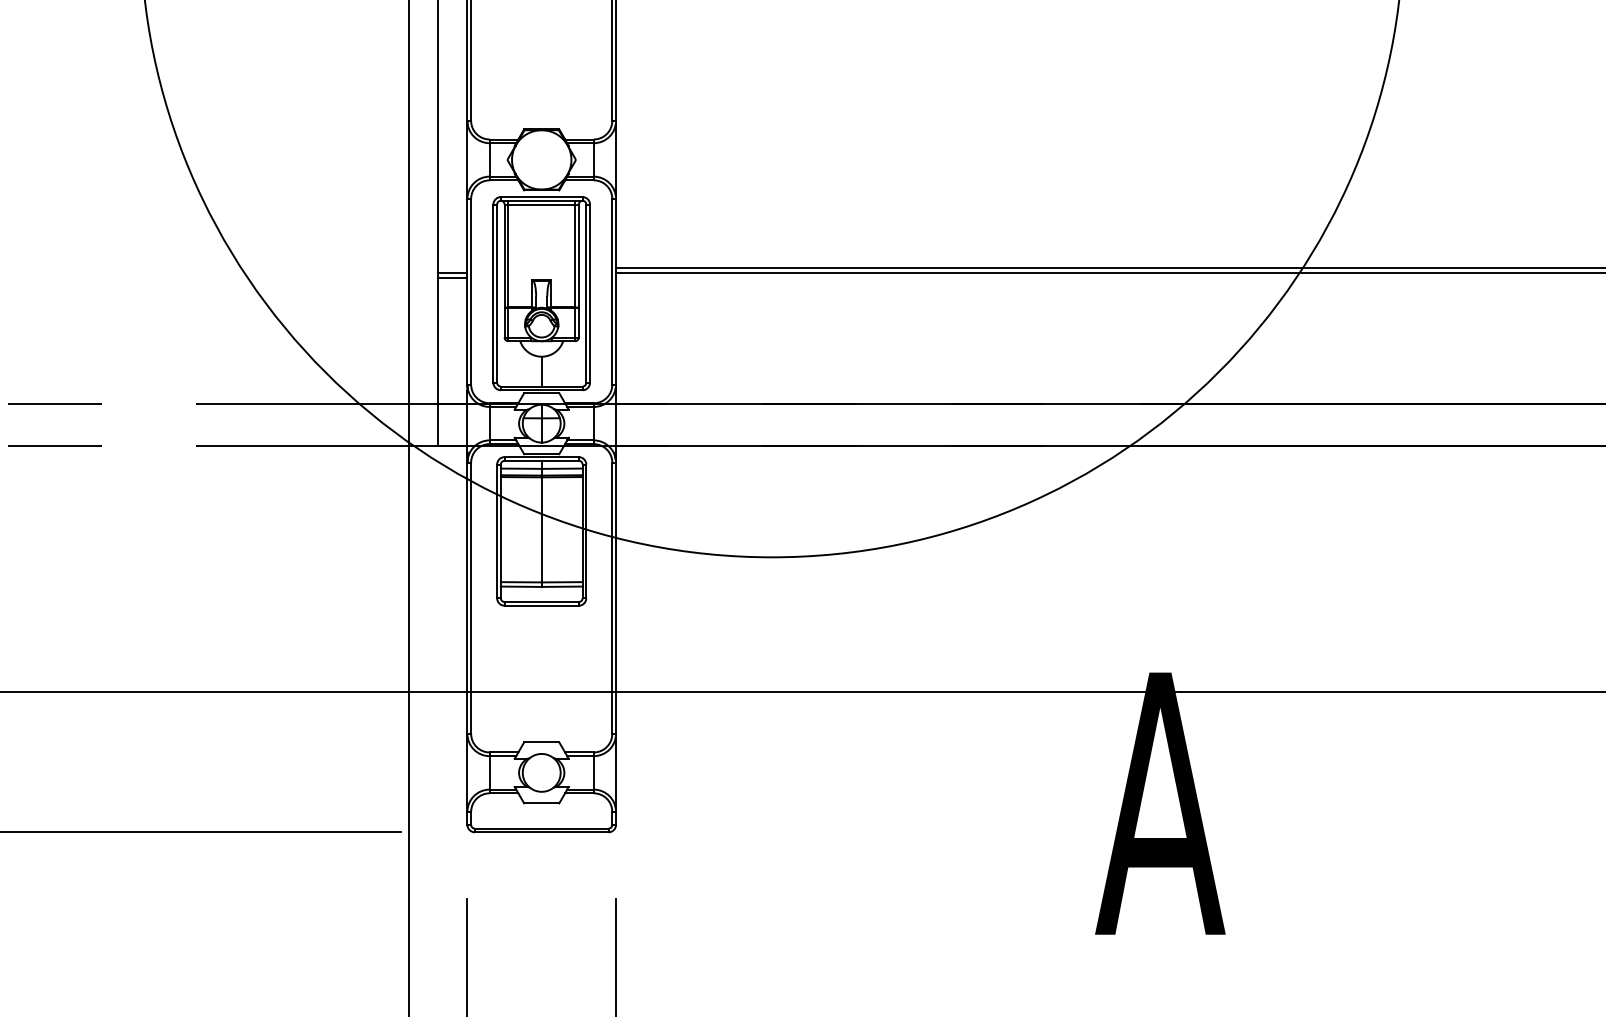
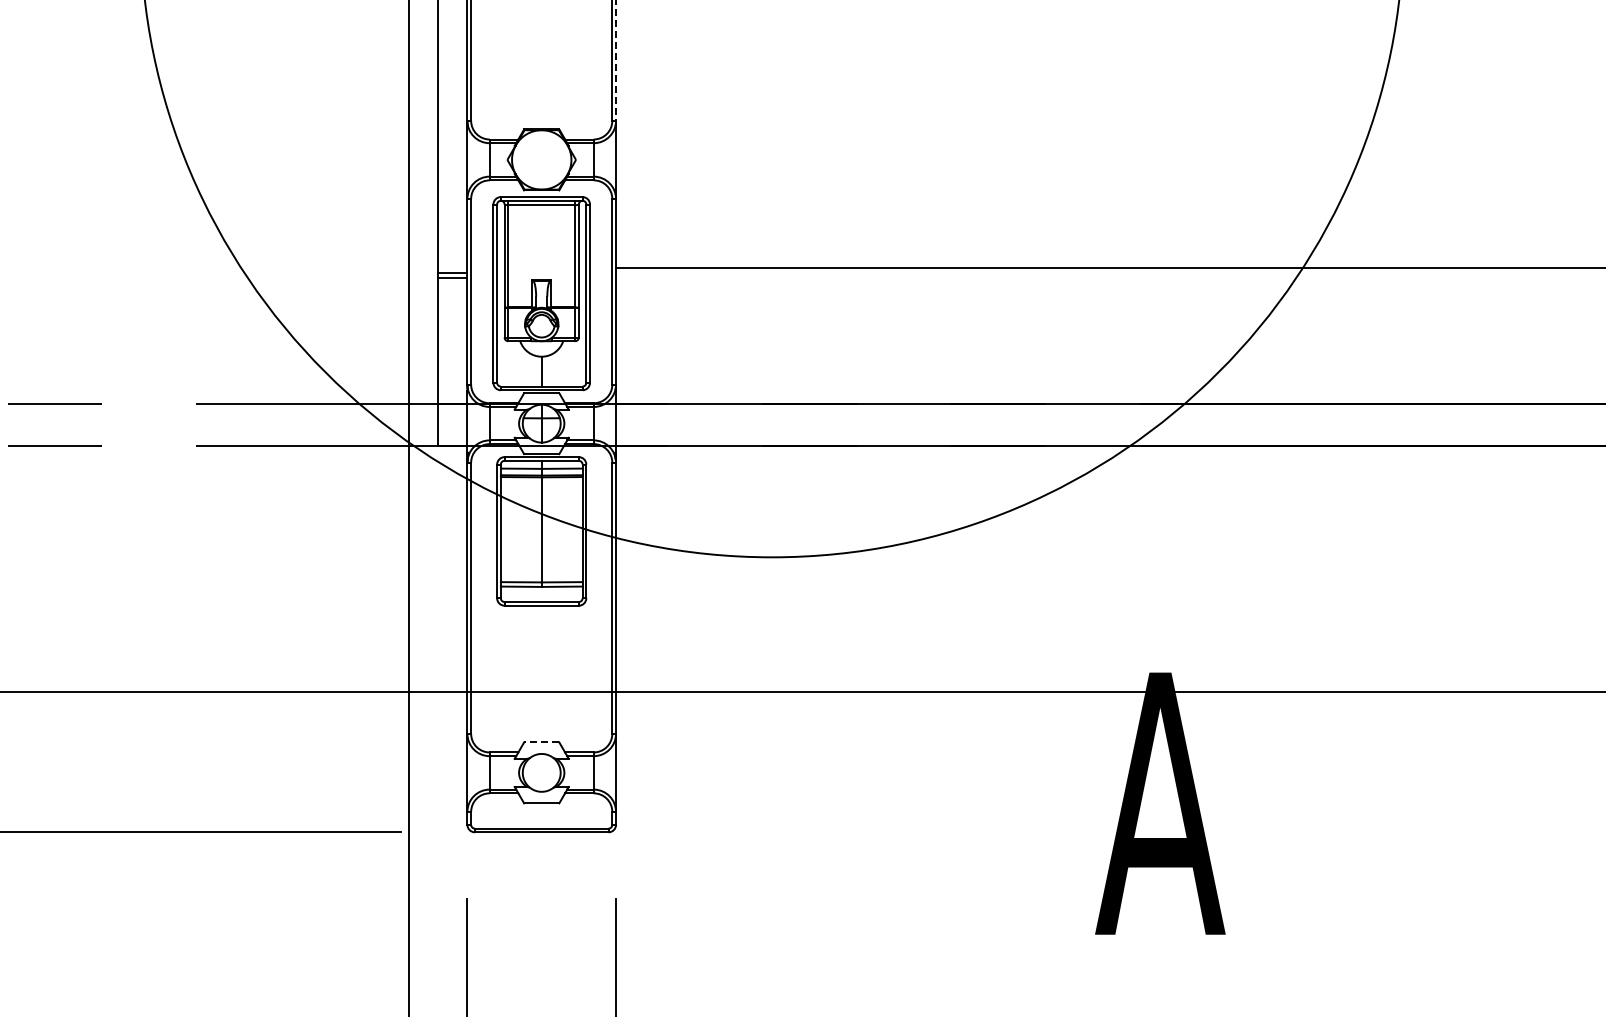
line at (616, 61): solid -> dashed
line at (1109, 273): present -> none
line at (541, 742): solid -> dashed
